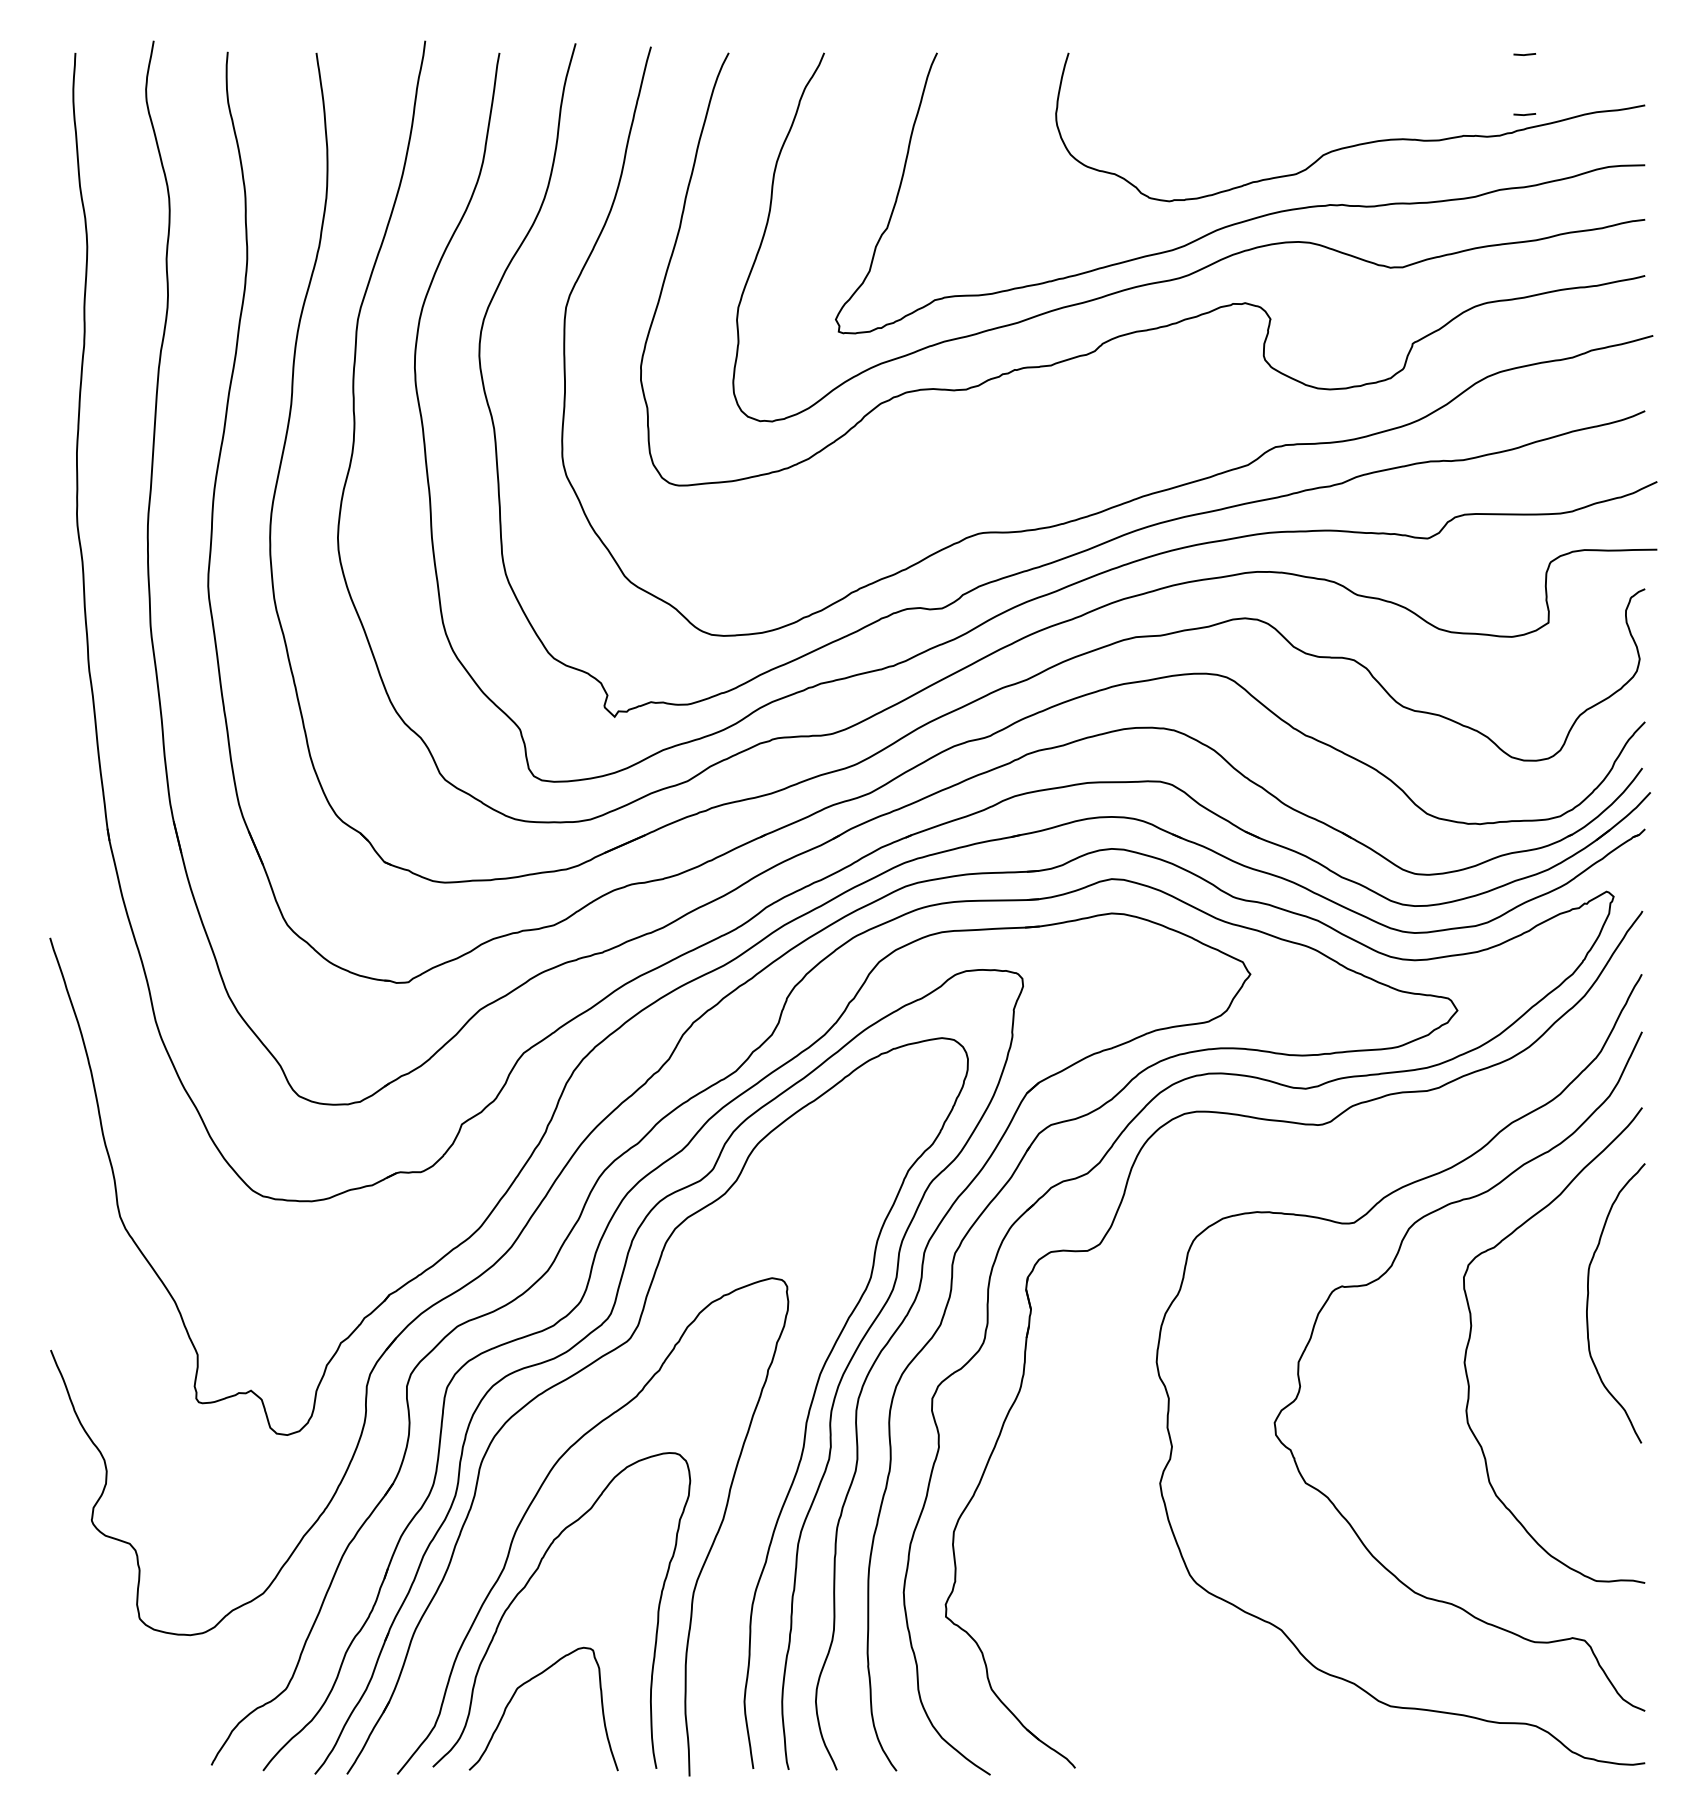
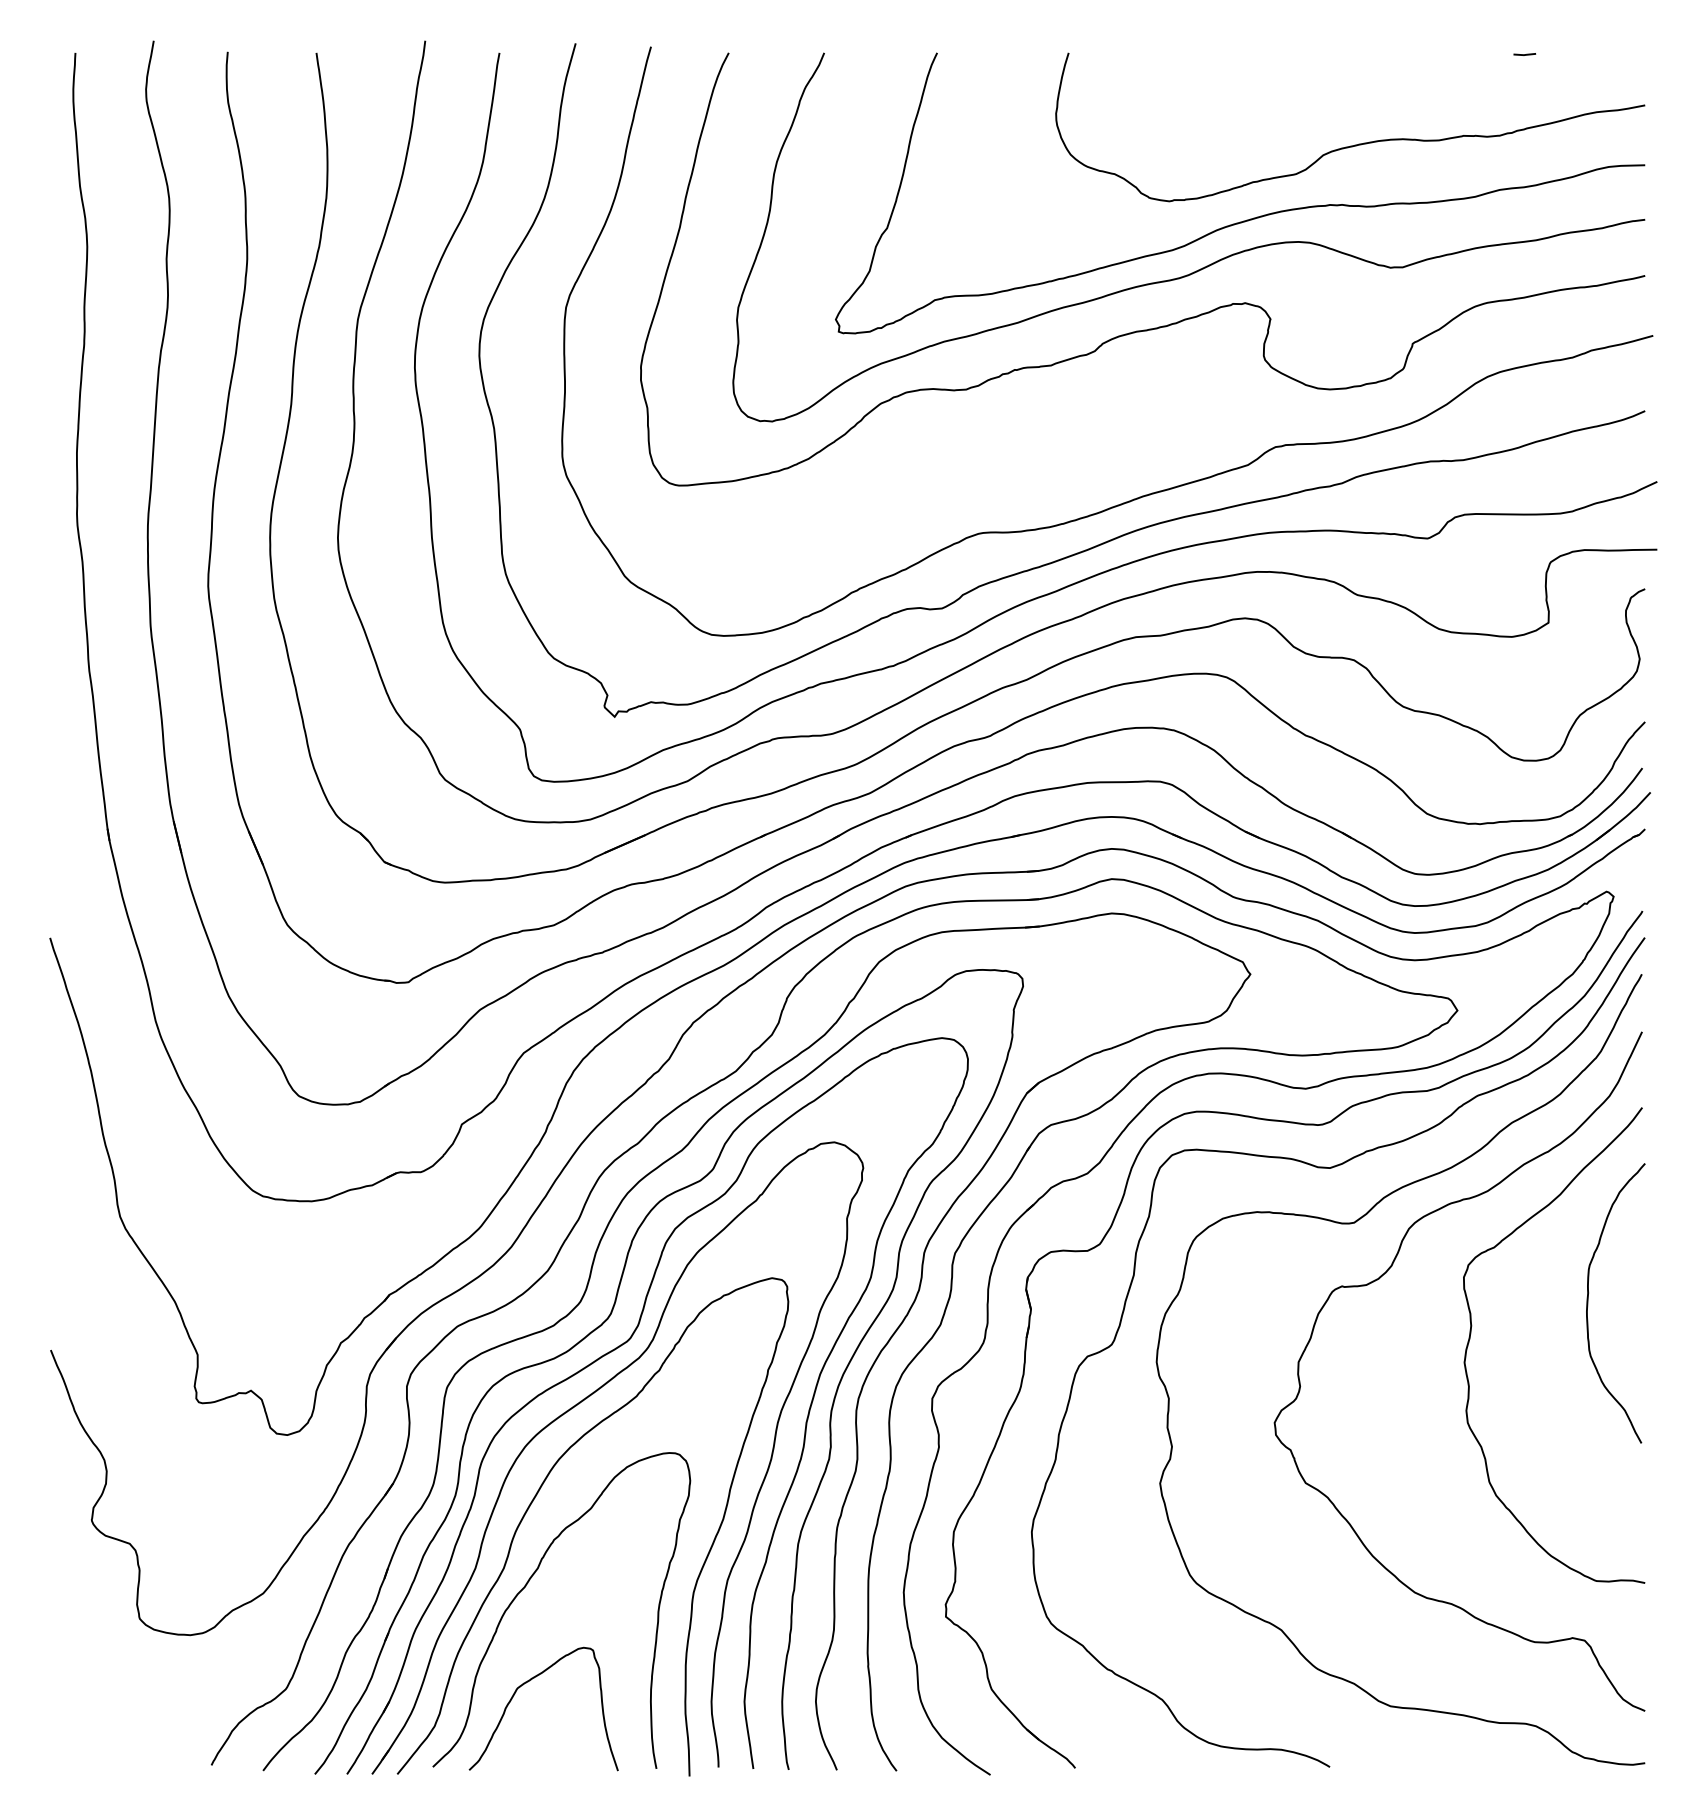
line at (1524, 114): present -> none
curve at (1332, 1168): none -> present
part at (579, 1404): none -> present
